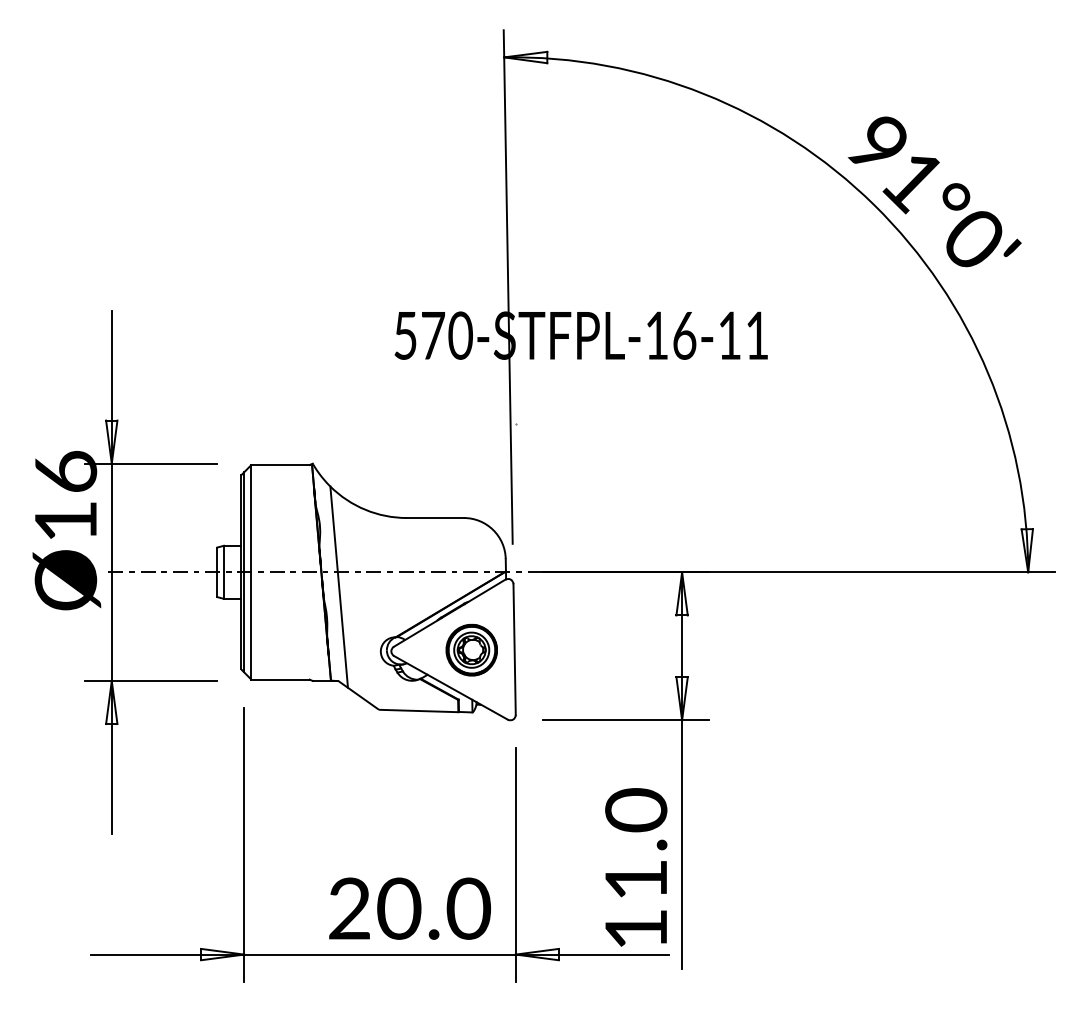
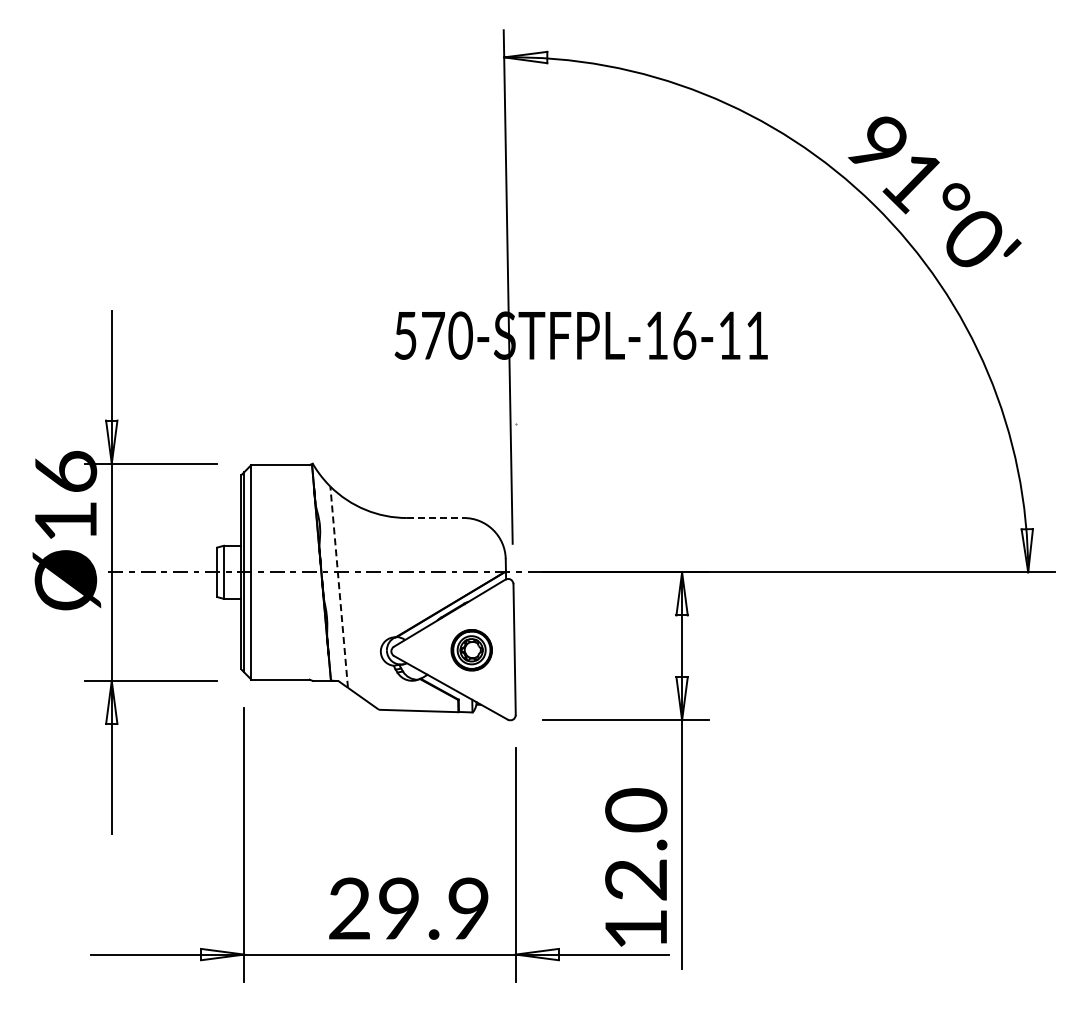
line at (435, 518): solid -> dashed
line at (339, 586): solid -> dashed
part at (471, 650) size: 53x53 px -> 43x43 px
text at (635, 879): 11.0 -> 12.0
text at (434, 908): 20.0 -> 29.9
